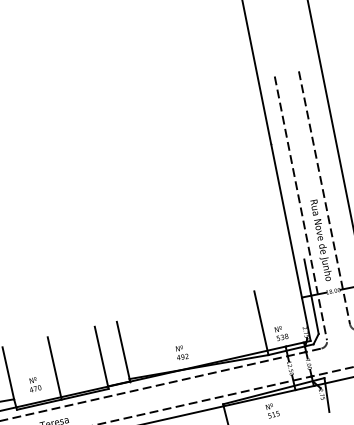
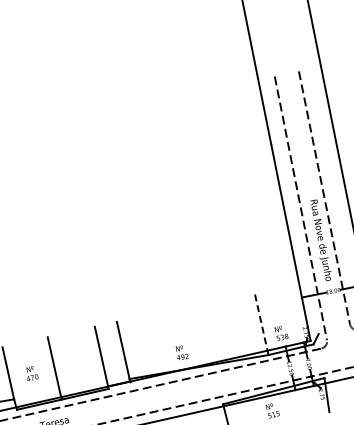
line at (311, 296): present -> none
line at (261, 323): solid -> dashed
text at (35, 384) position: (35, 384) -> (32, 373)
